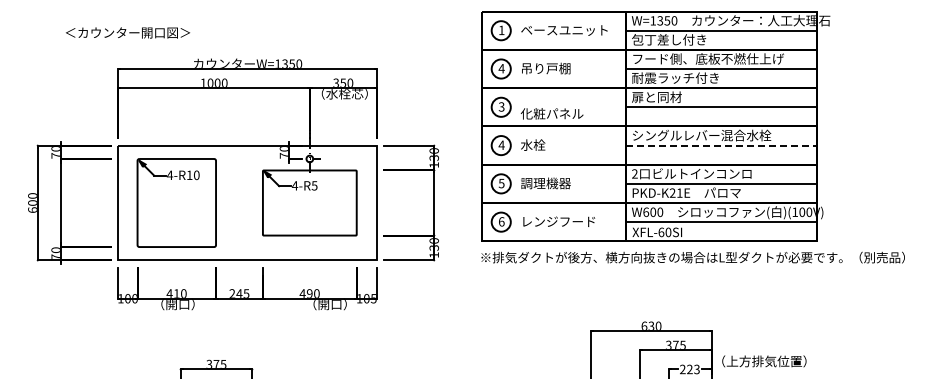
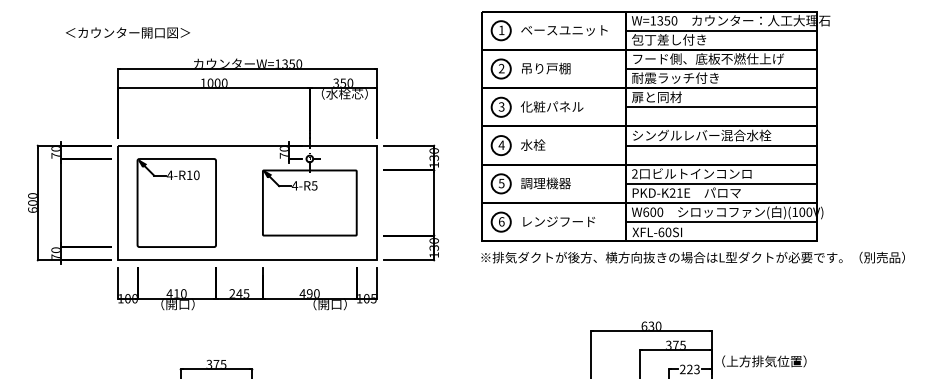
text at (501, 68): 4 -> 2
text at (551, 113) position: (551, 113) -> (551, 106)
line at (721, 145): dashed -> solid
